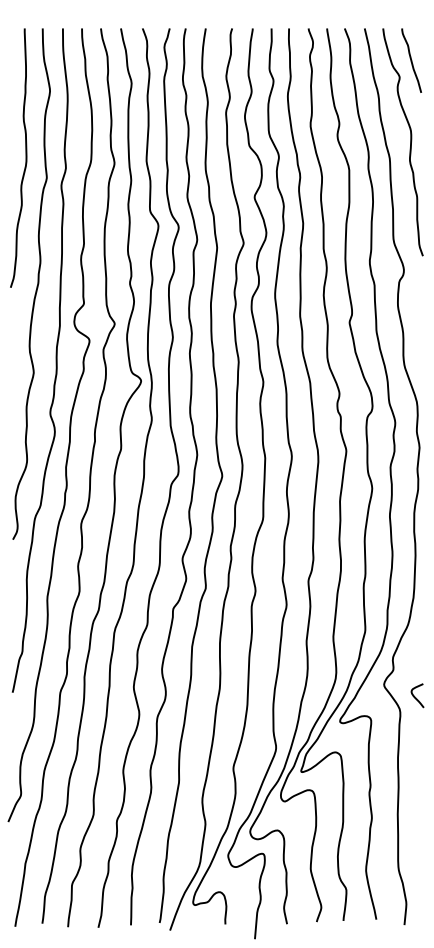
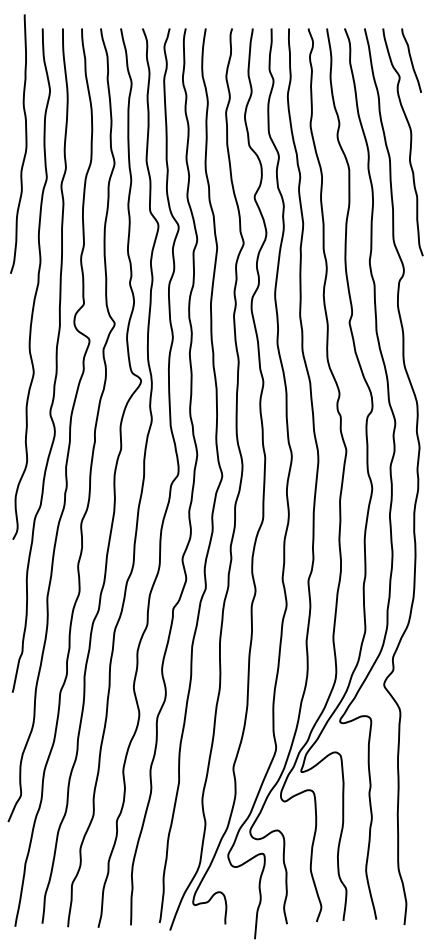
curve at (25, 157) position: (25, 157) -> (25, 143)
curve at (415, 696): present -> none
